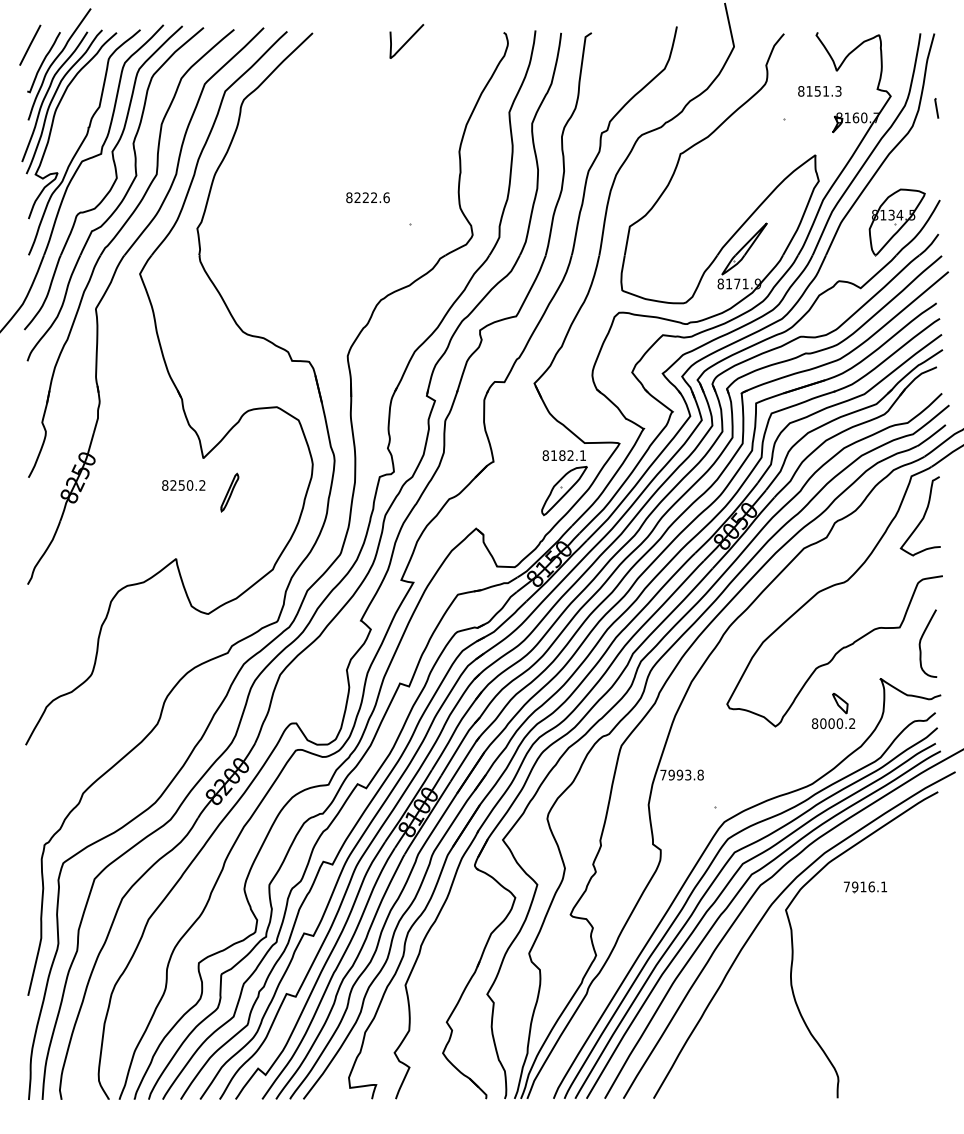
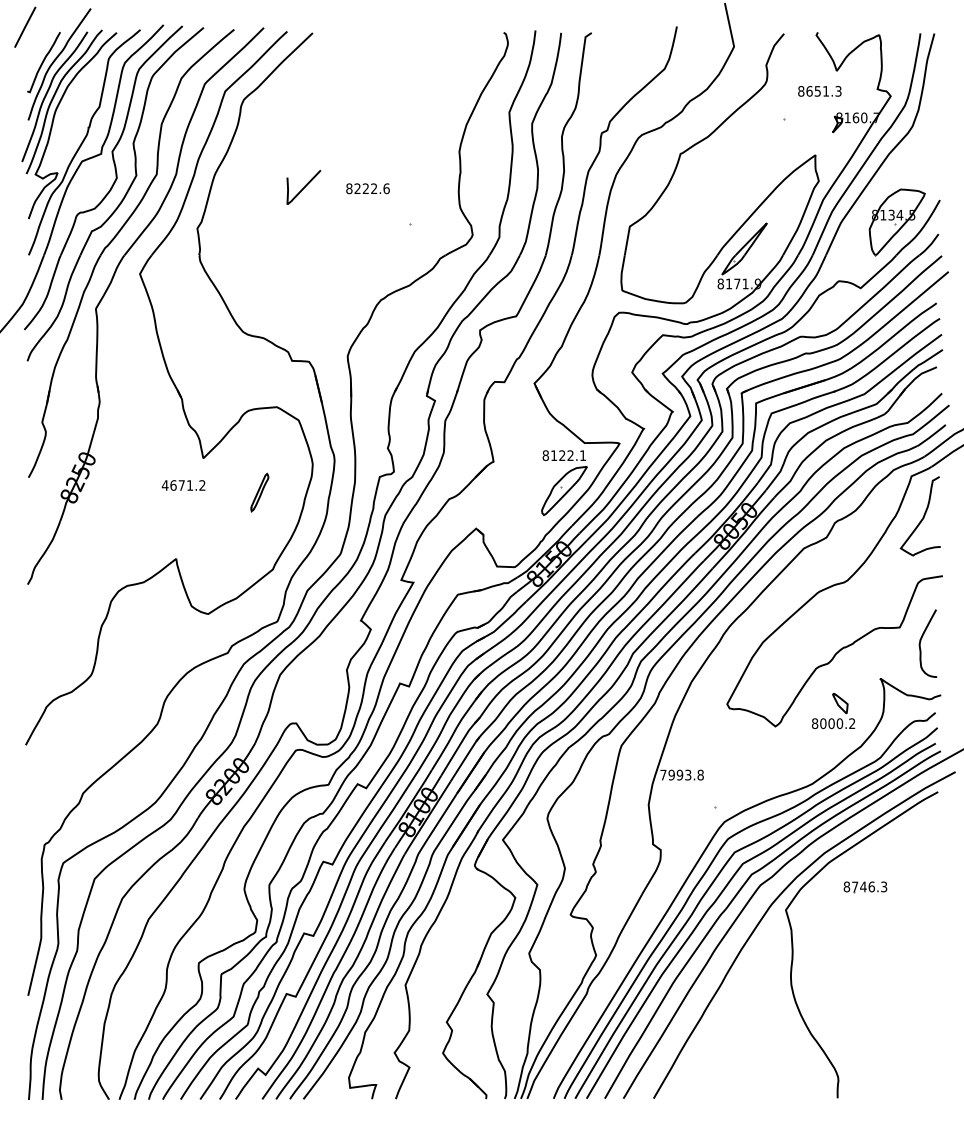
curve at (406, 41) position: (406, 41) -> (303, 187)
line at (30, 44) position: (30, 44) -> (25, 26)
text at (809, 91): 8151.3 -> 8651.3
line at (936, 108): present -> none
text at (367, 197) position: (367, 197) -> (367, 188)
text at (562, 455): 8182.1 -> 8122.1
text at (177, 485): 8250.2 -> 4671.2
part at (229, 492) position: (229, 492) -> (259, 492)
text at (865, 886): 7916.1 -> 8746.3
